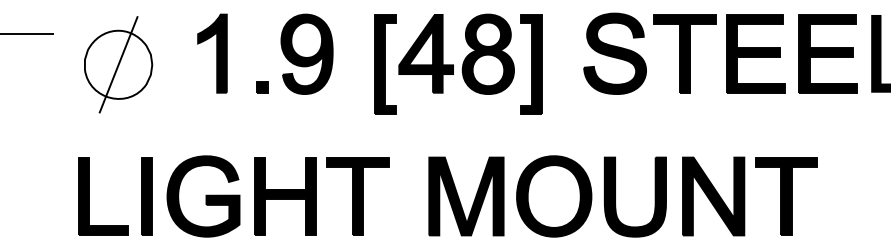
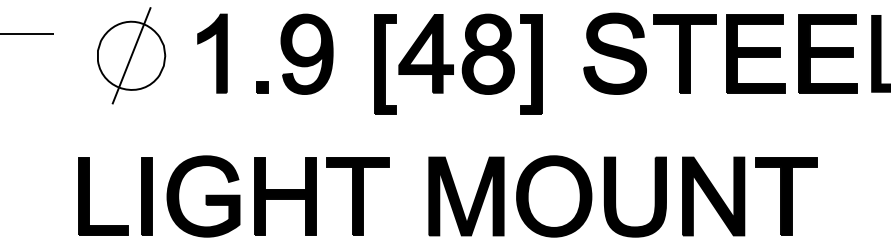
part at (118, 64) position: (118, 64) -> (131, 55)
